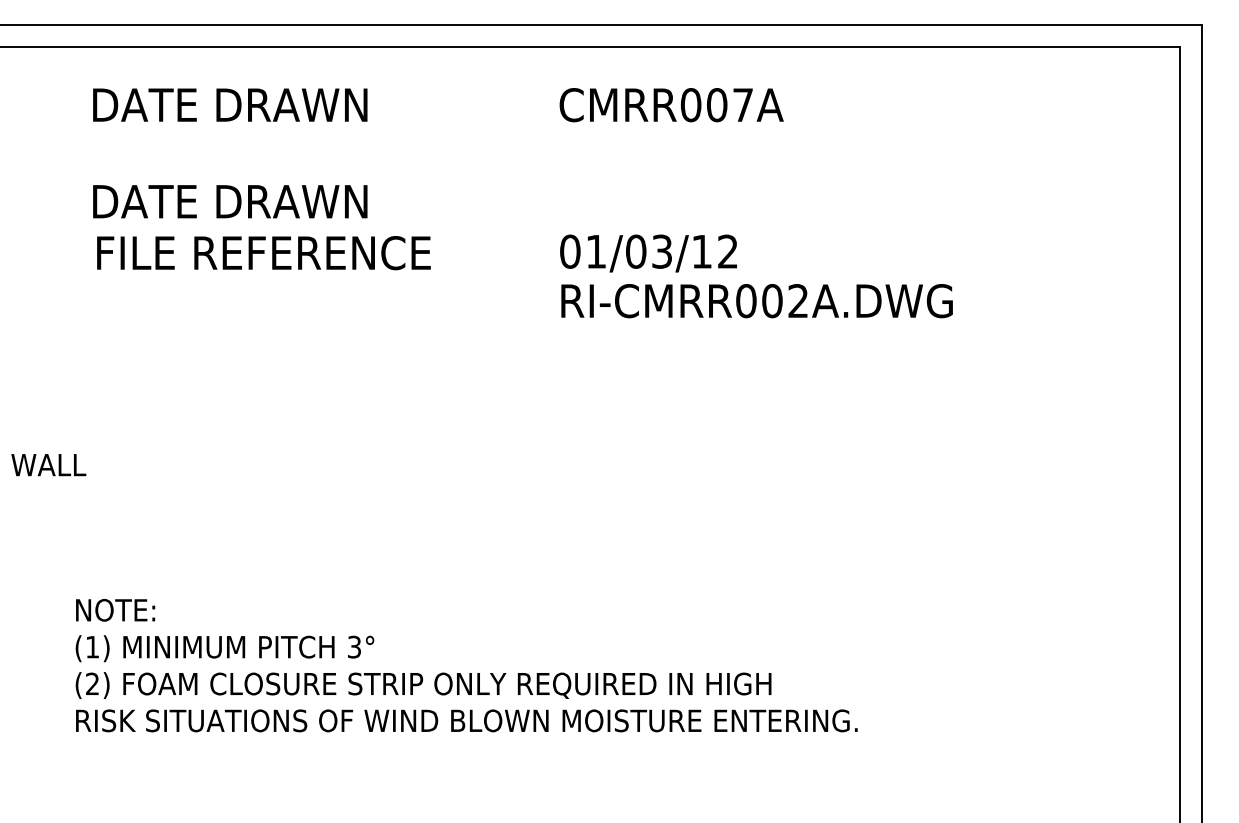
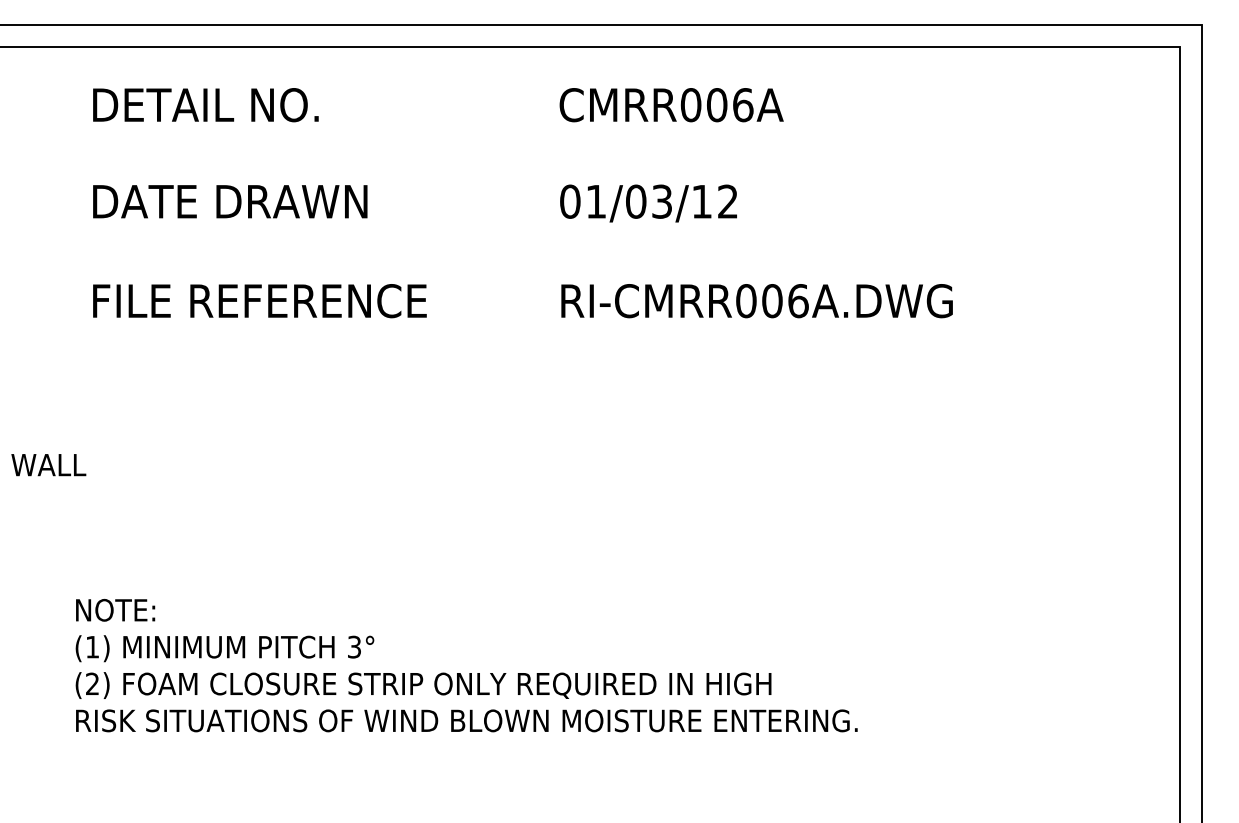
text at (244, 105): DATE DRAWN -> DETAIL NO.
text at (743, 105): CMRR007A -> CMRR006A
text at (263, 253) position: (263, 253) -> (259, 301)
text at (648, 253) position: (648, 253) -> (648, 203)
text at (798, 301): RI-CMRR002A.DWG -> RI-CMRR006A.DWG
